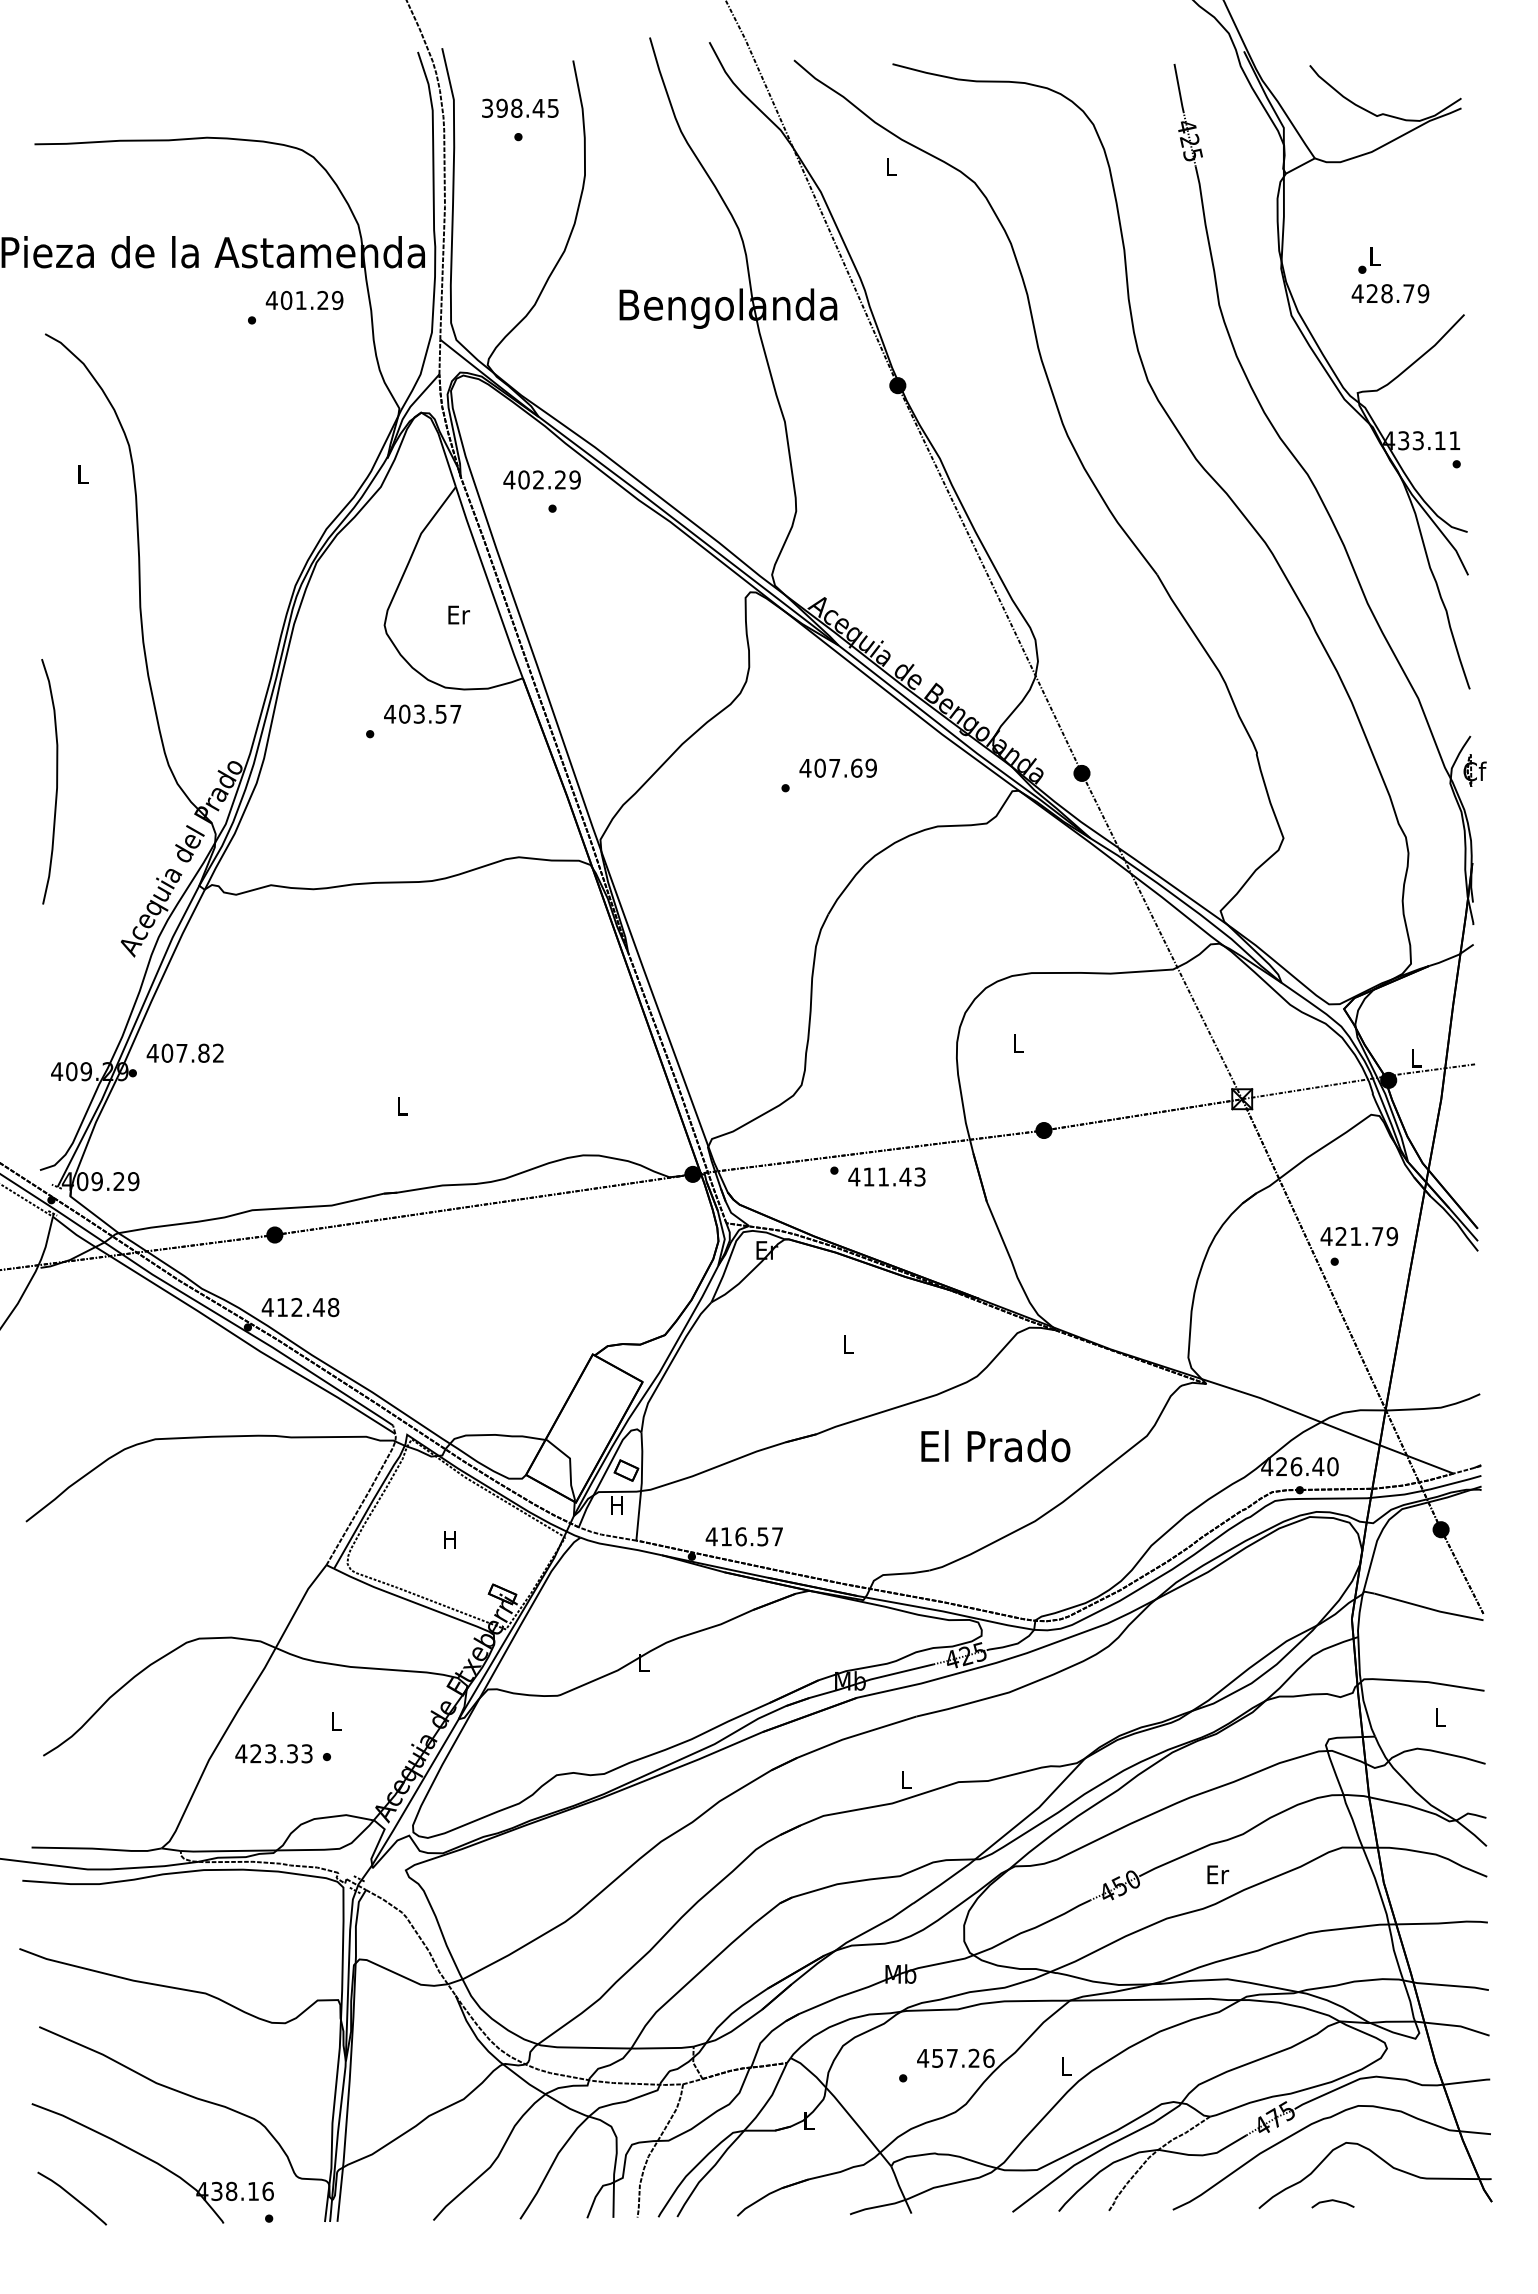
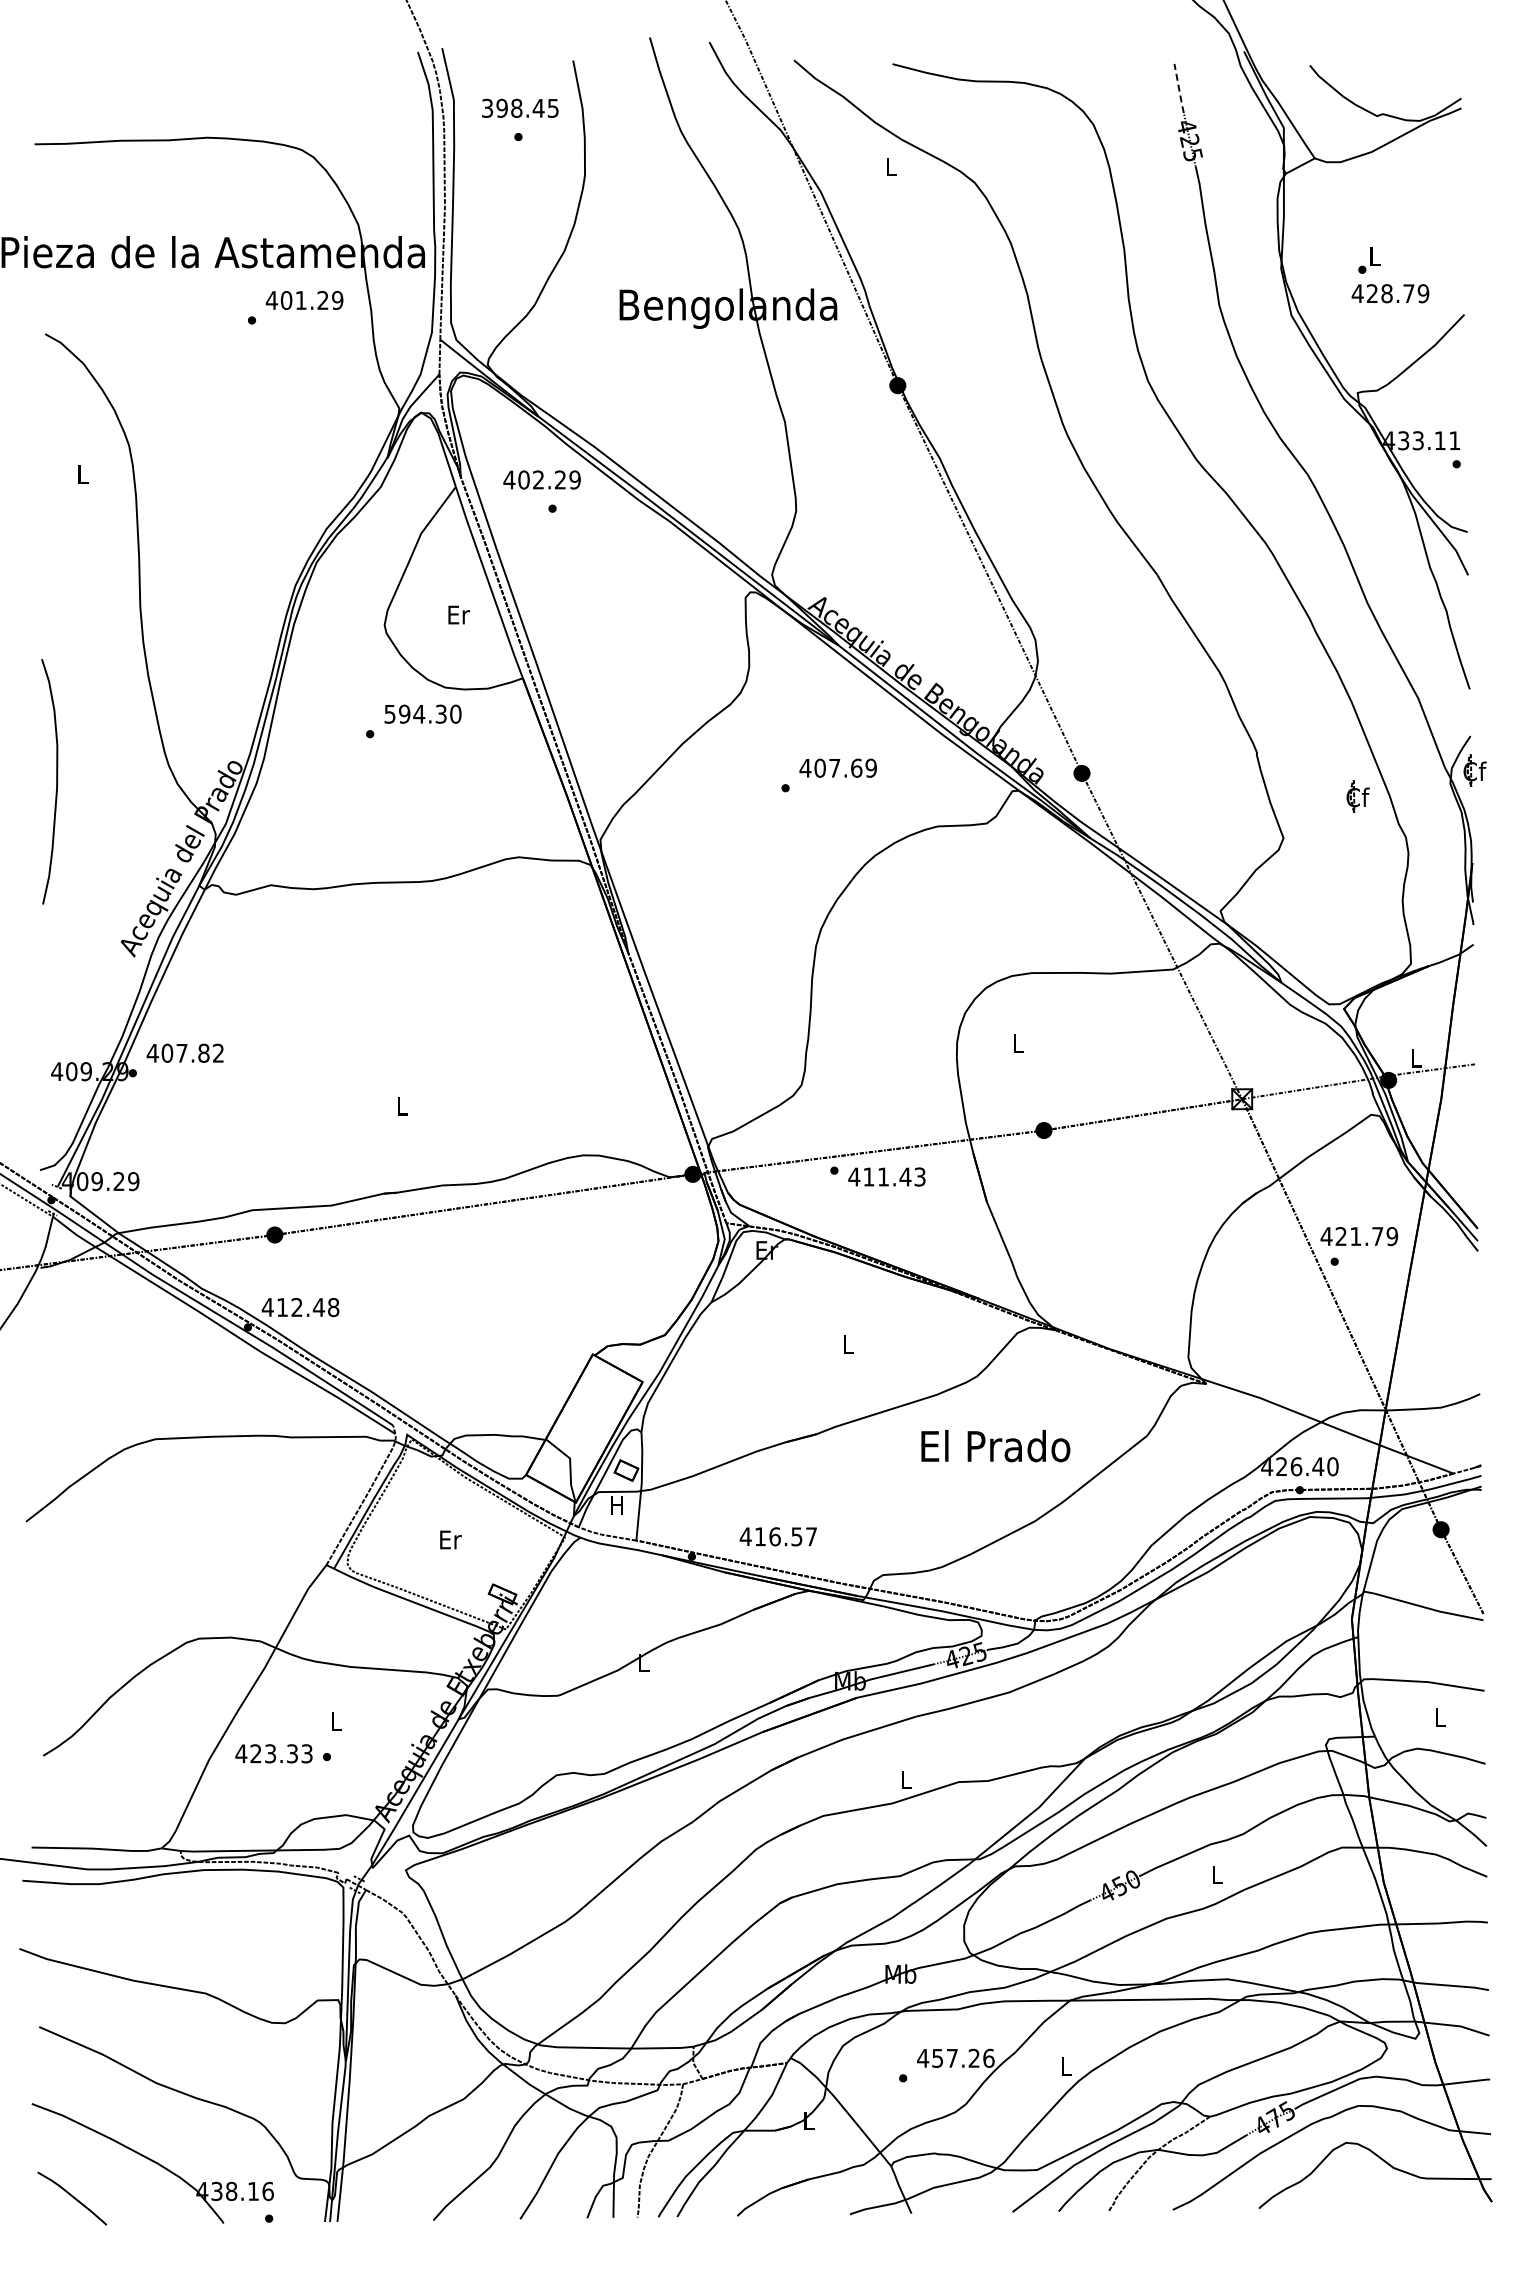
line at (1179, 88): solid -> dashed
text at (422, 713): 403.57 -> 594.30
part at (1357, 796): none -> present
text at (743, 1536) position: (743, 1536) -> (777, 1536)
text at (450, 1539): H -> Er
text at (1218, 1874): Er -> L
line at (1332, 2201): present -> none
